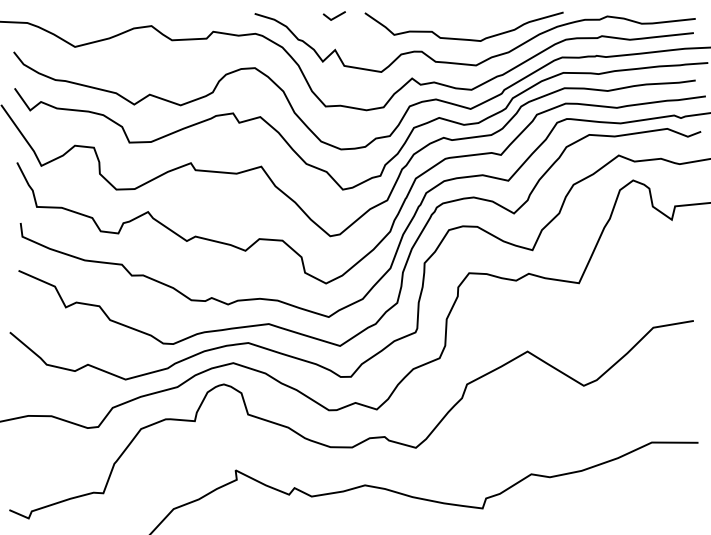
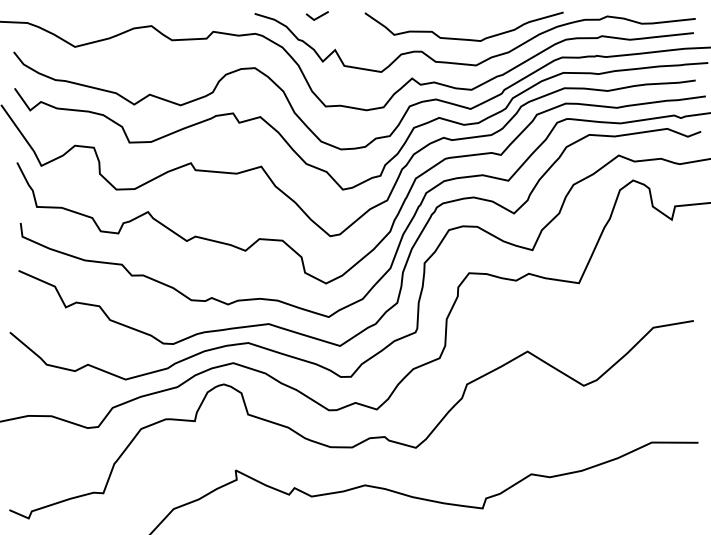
line at (333, 17) position: (333, 17) -> (316, 17)
